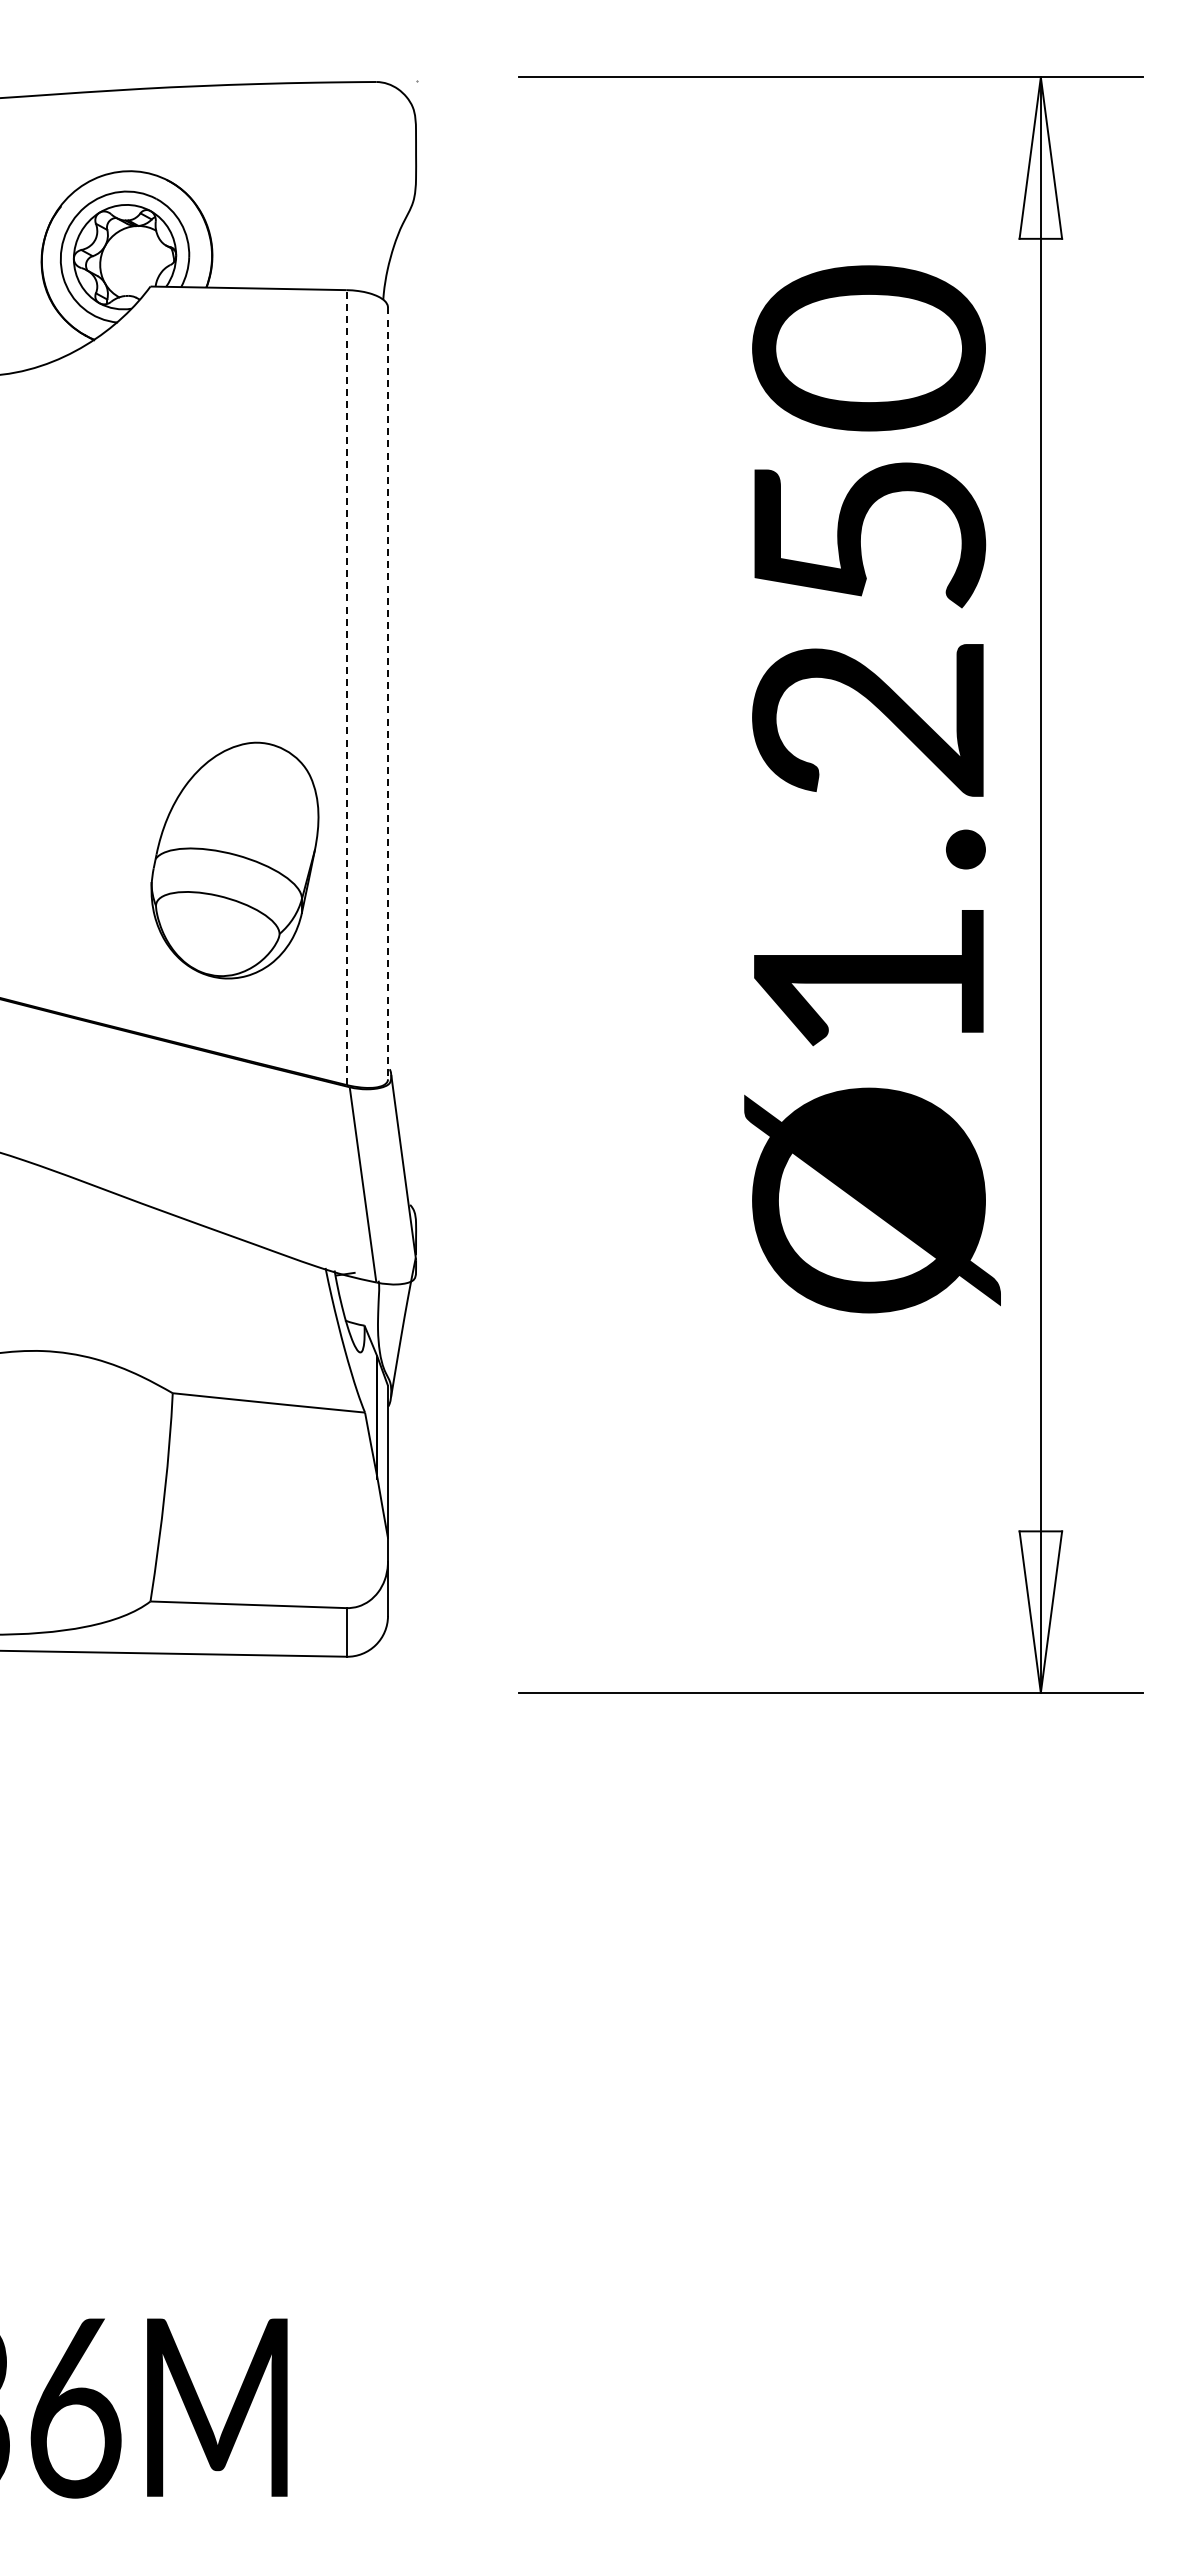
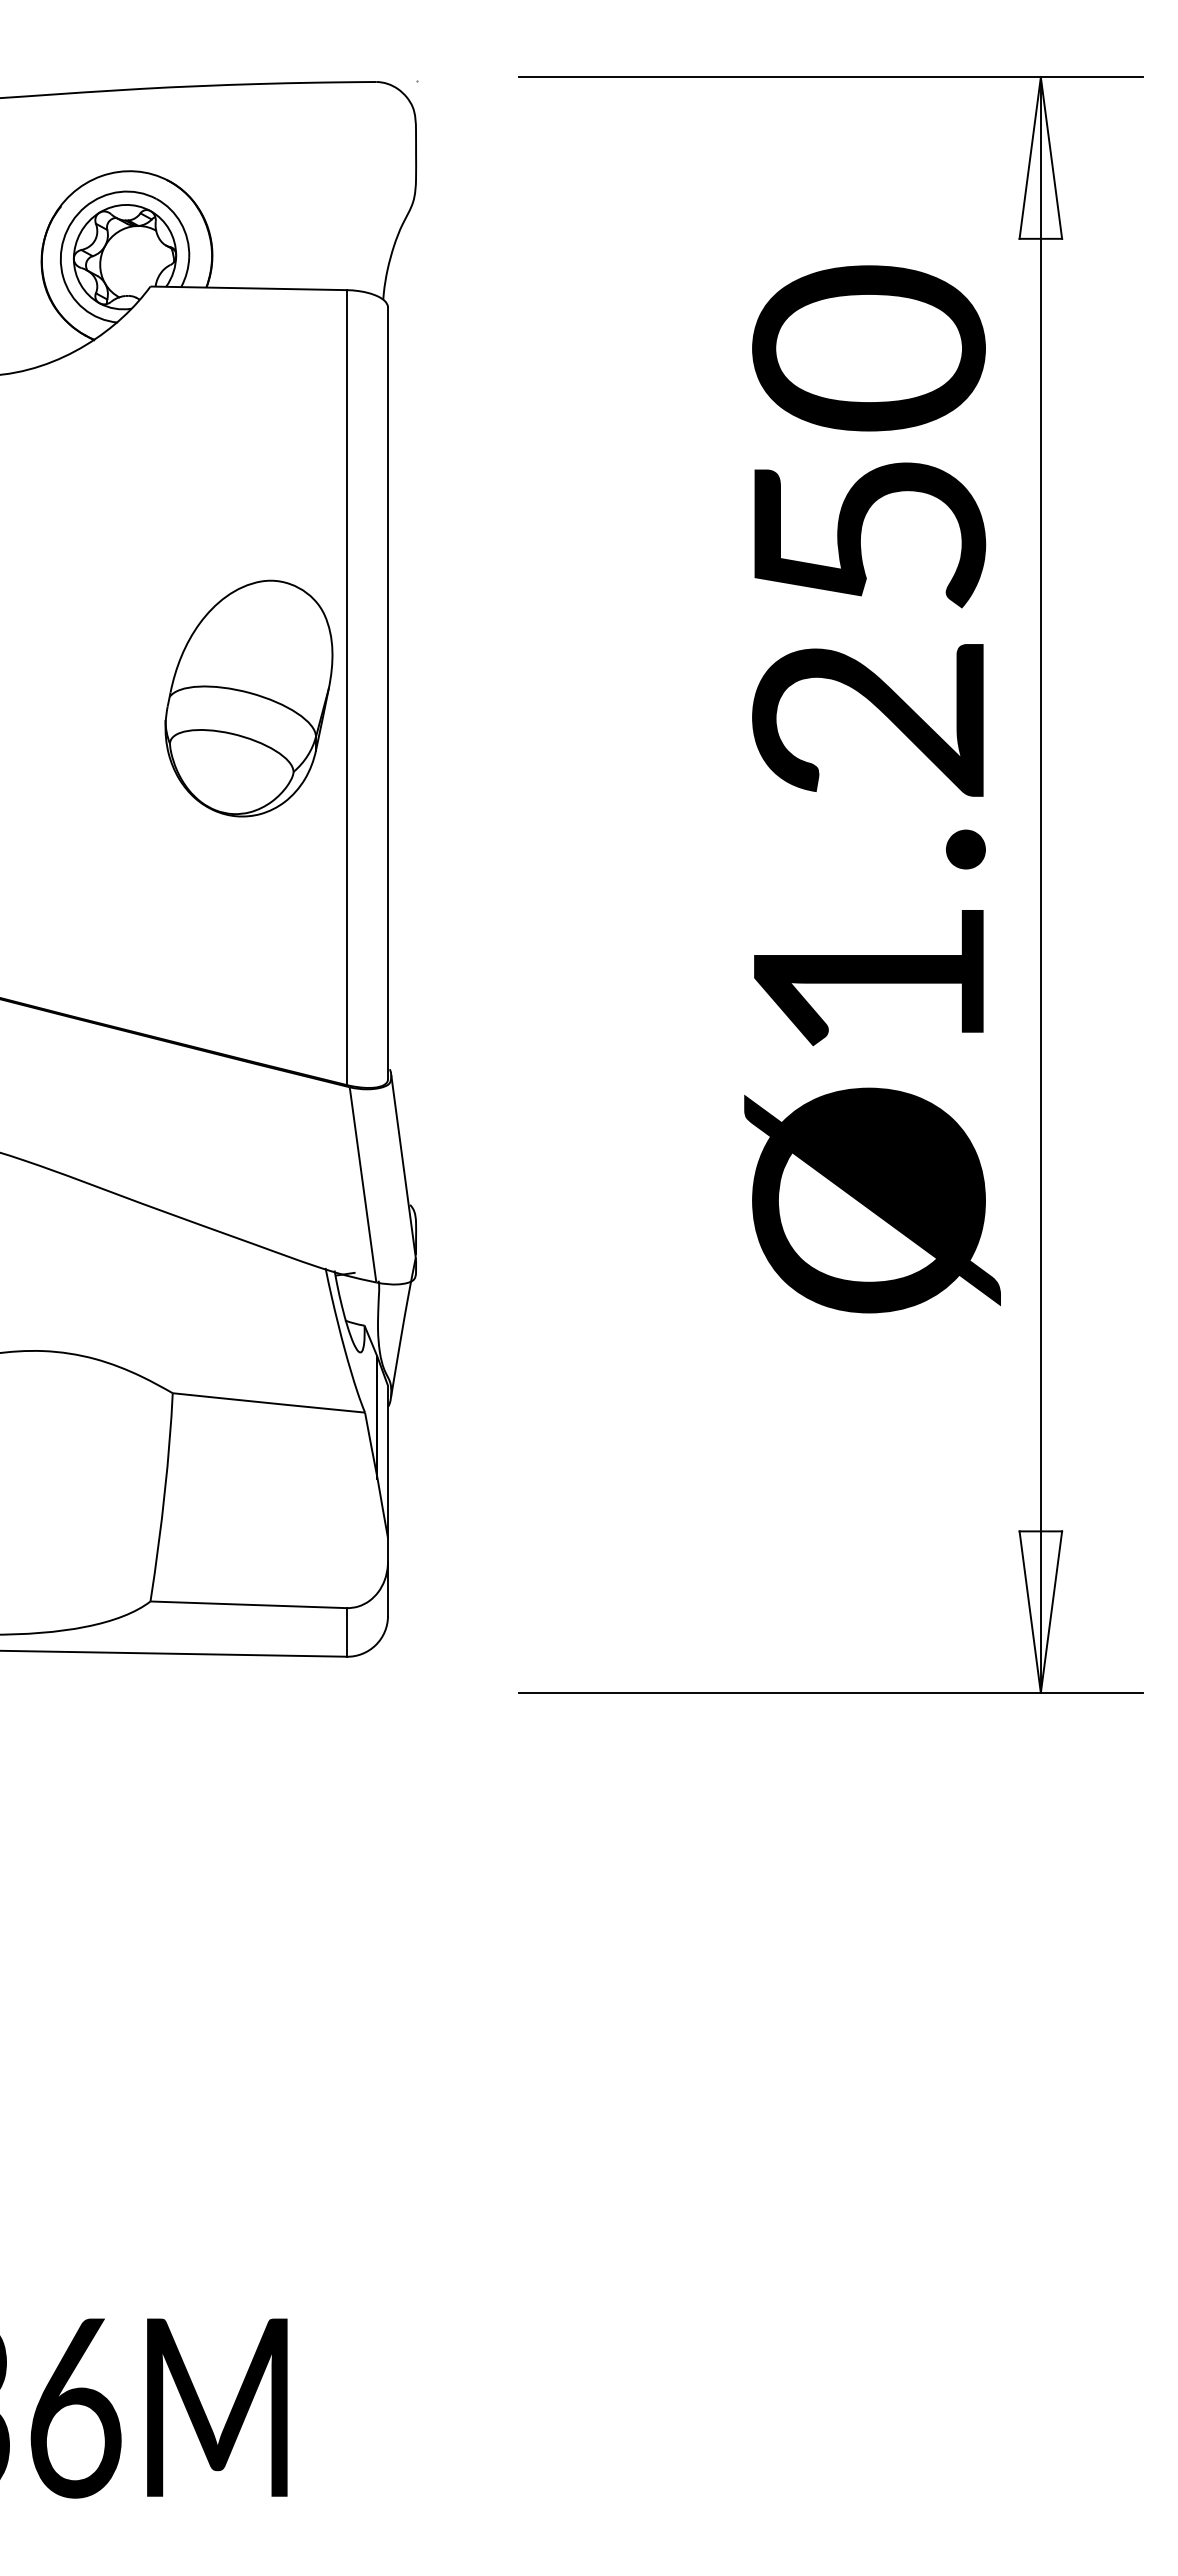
line at (346, 687): dashed -> solid
line at (388, 693): dashed -> solid
part at (234, 860) position: (234, 860) -> (248, 698)
